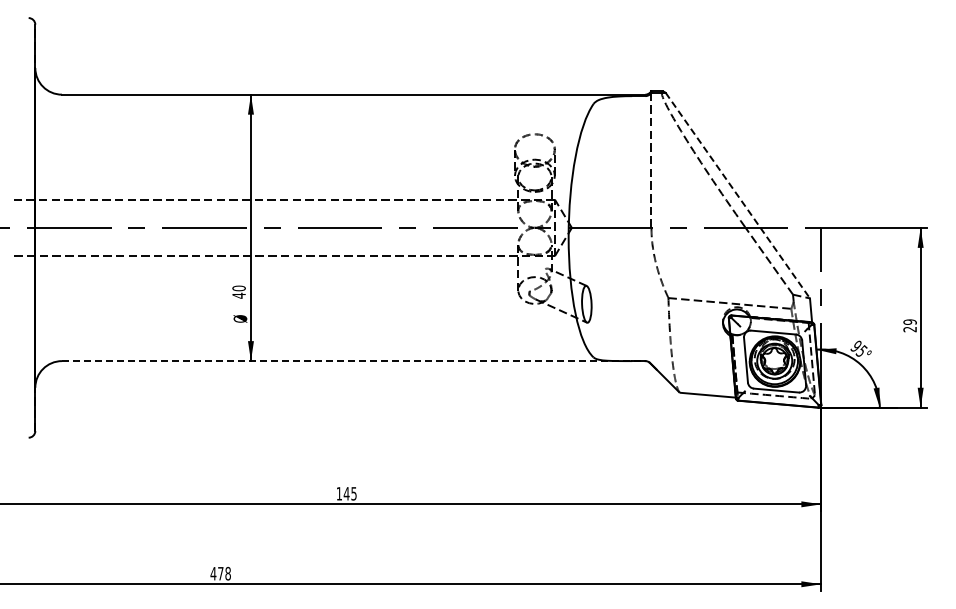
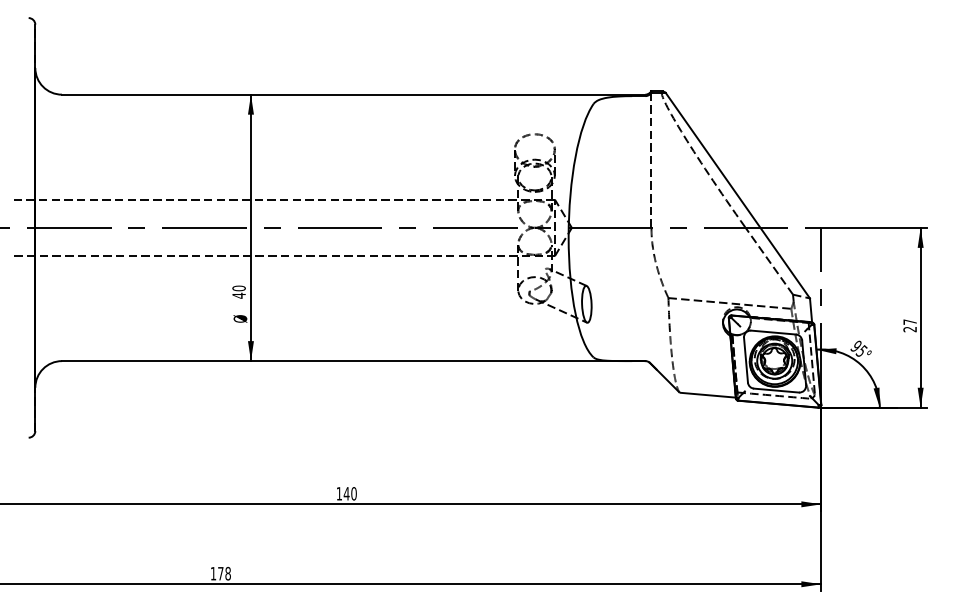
line at (737, 195): dashed -> solid
text at (909, 321): 29 -> 27
line at (353, 361): dashed -> solid
text at (353, 493): 145 -> 140
text at (213, 573): 478 -> 178
